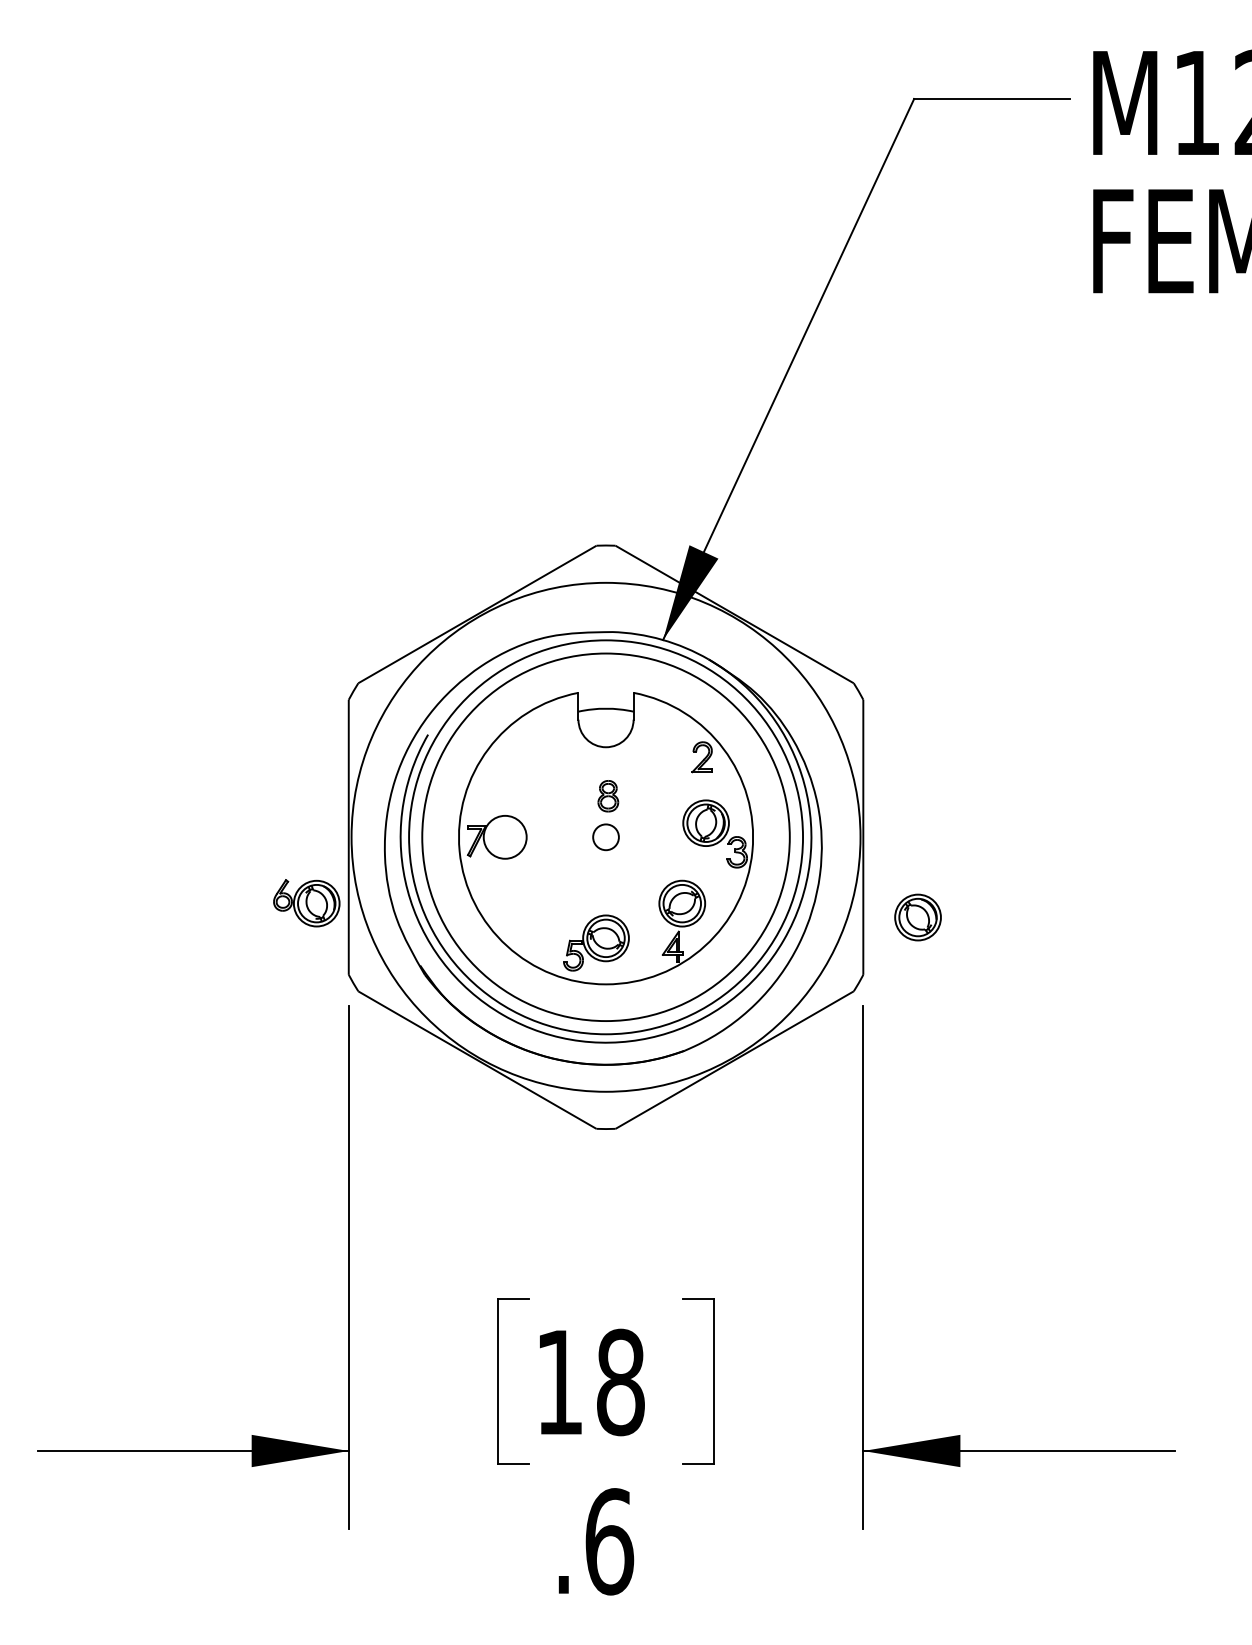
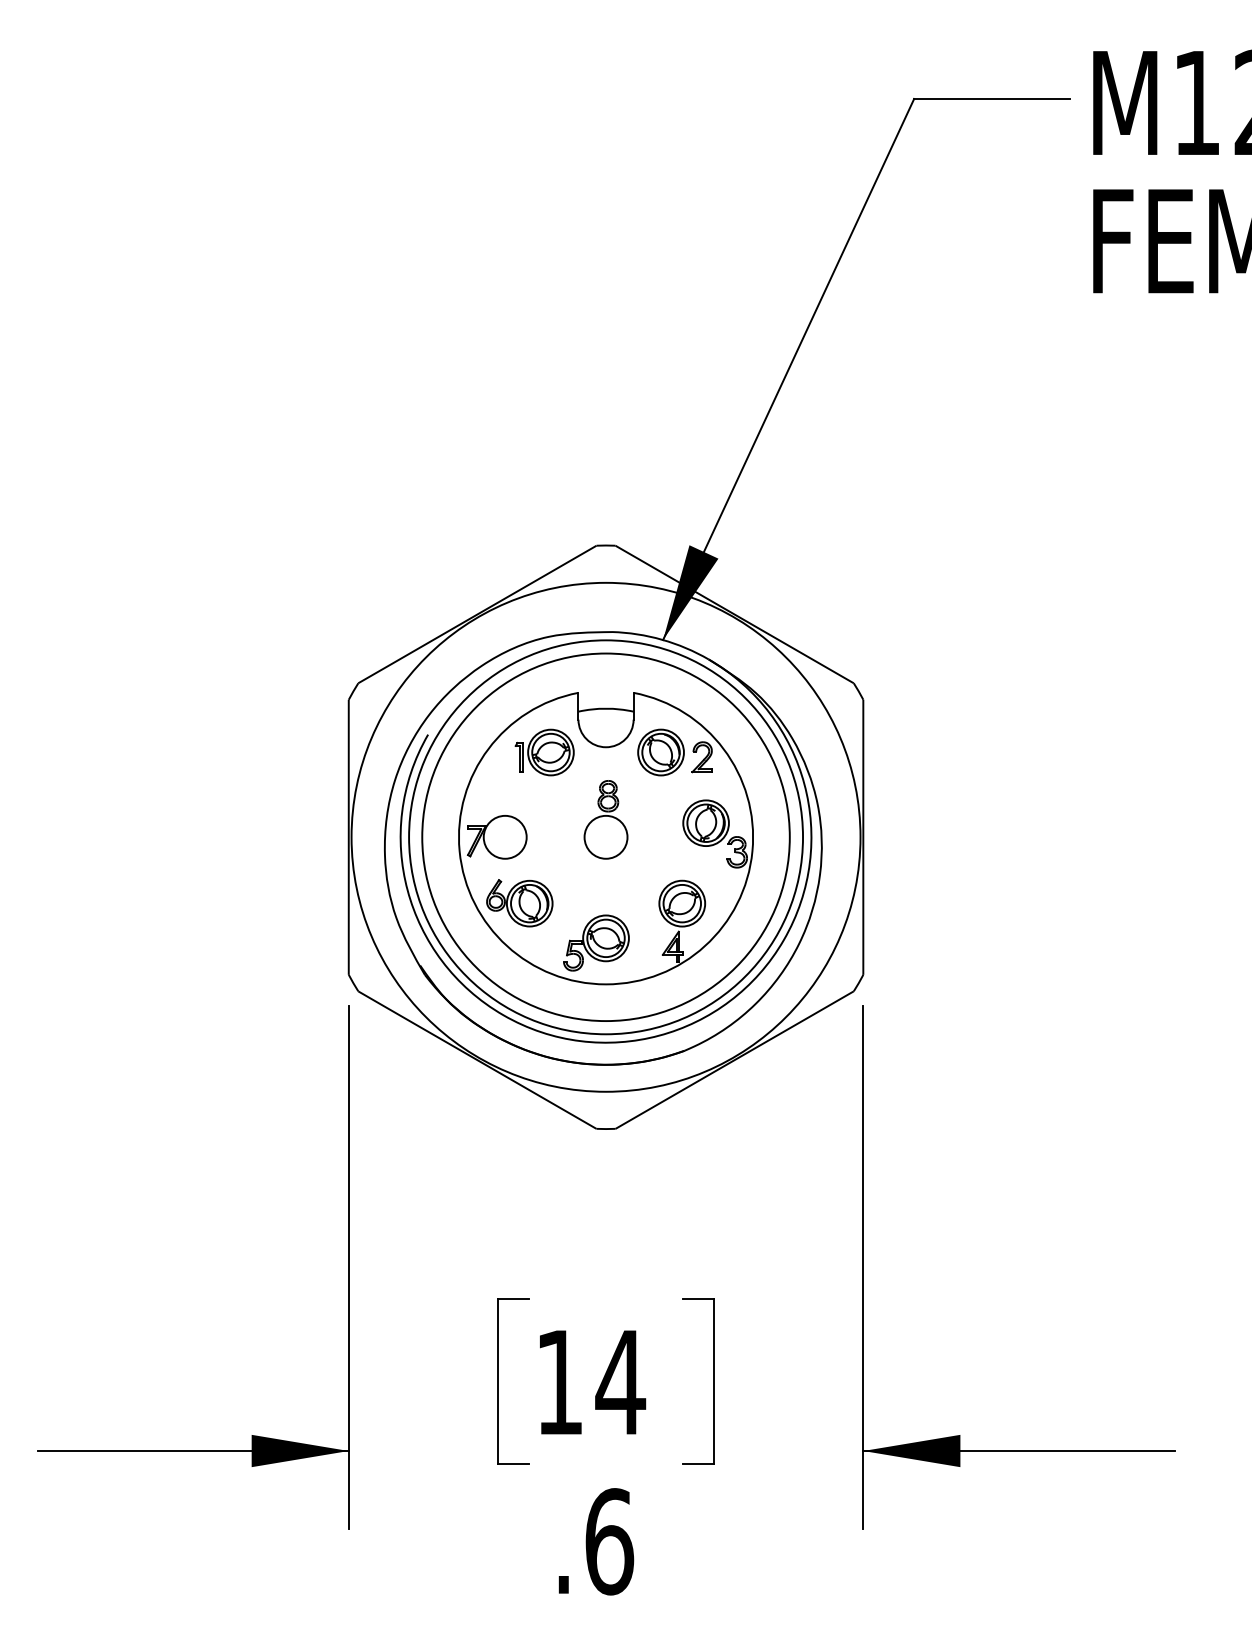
part at (544, 752): none -> present
circle at (605, 837) diameter: 26 px -> 43 px
part at (306, 903) position: (306, 903) -> (519, 903)
part at (917, 917) position: (917, 917) -> (660, 752)
text at (620, 1382): 18 -> 14
